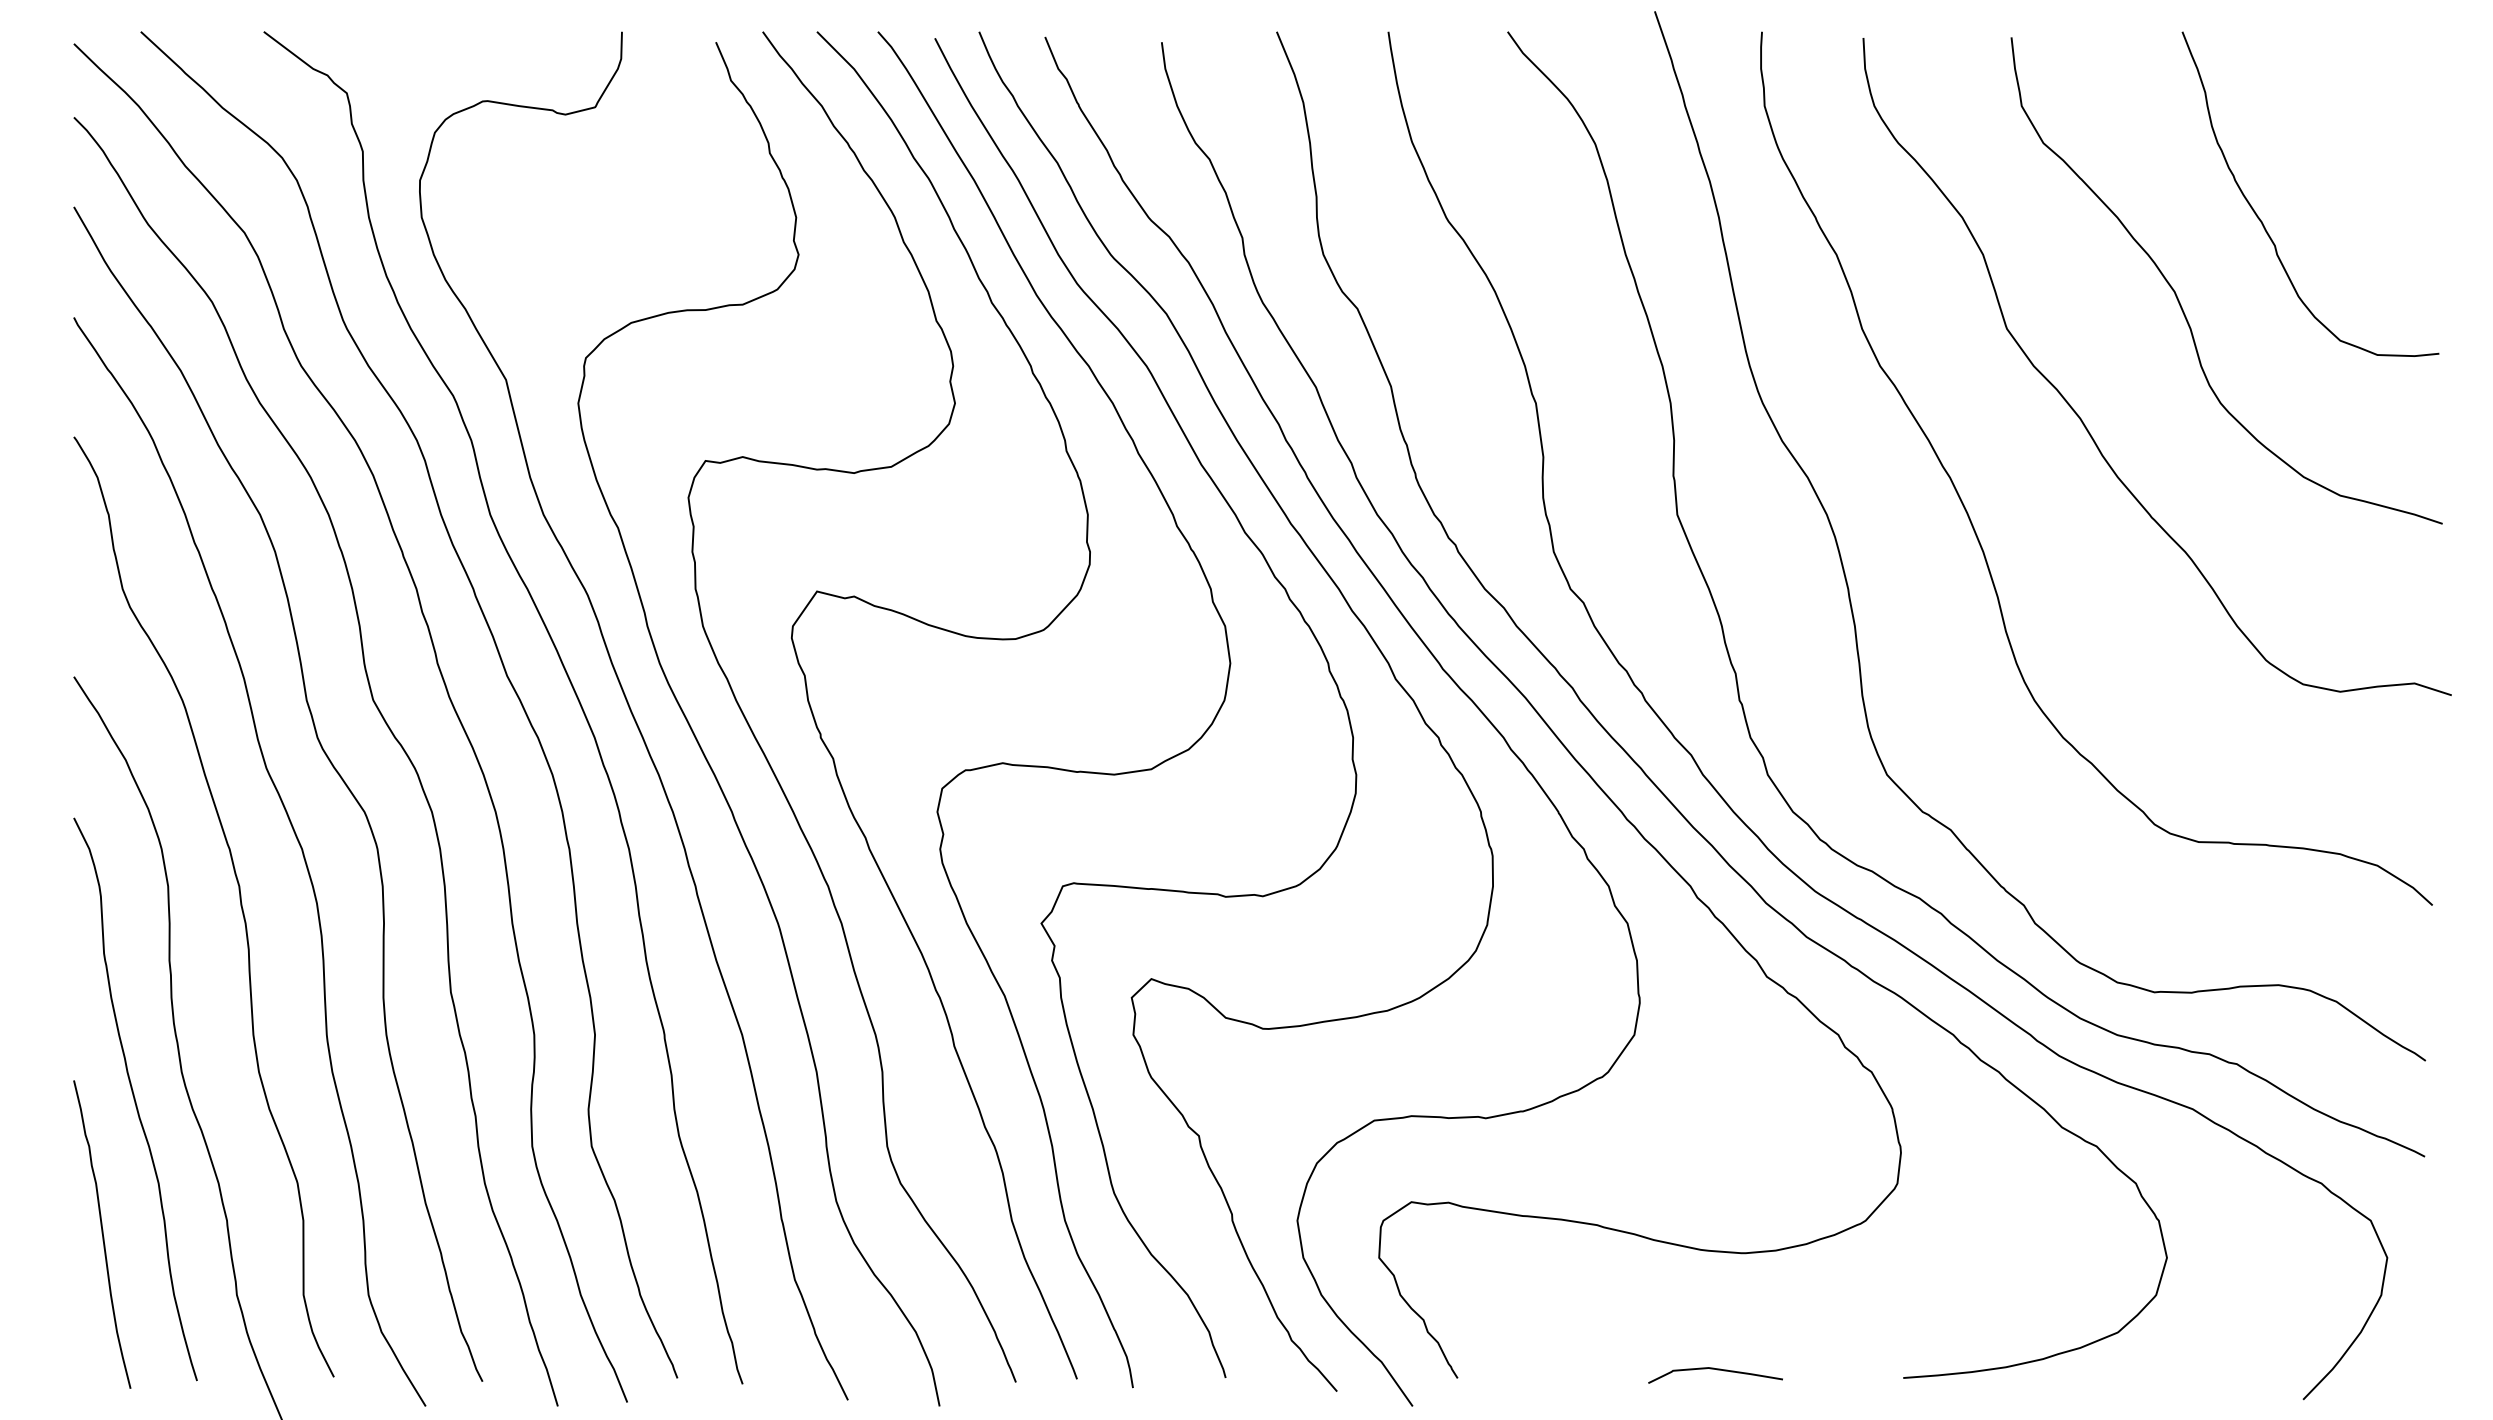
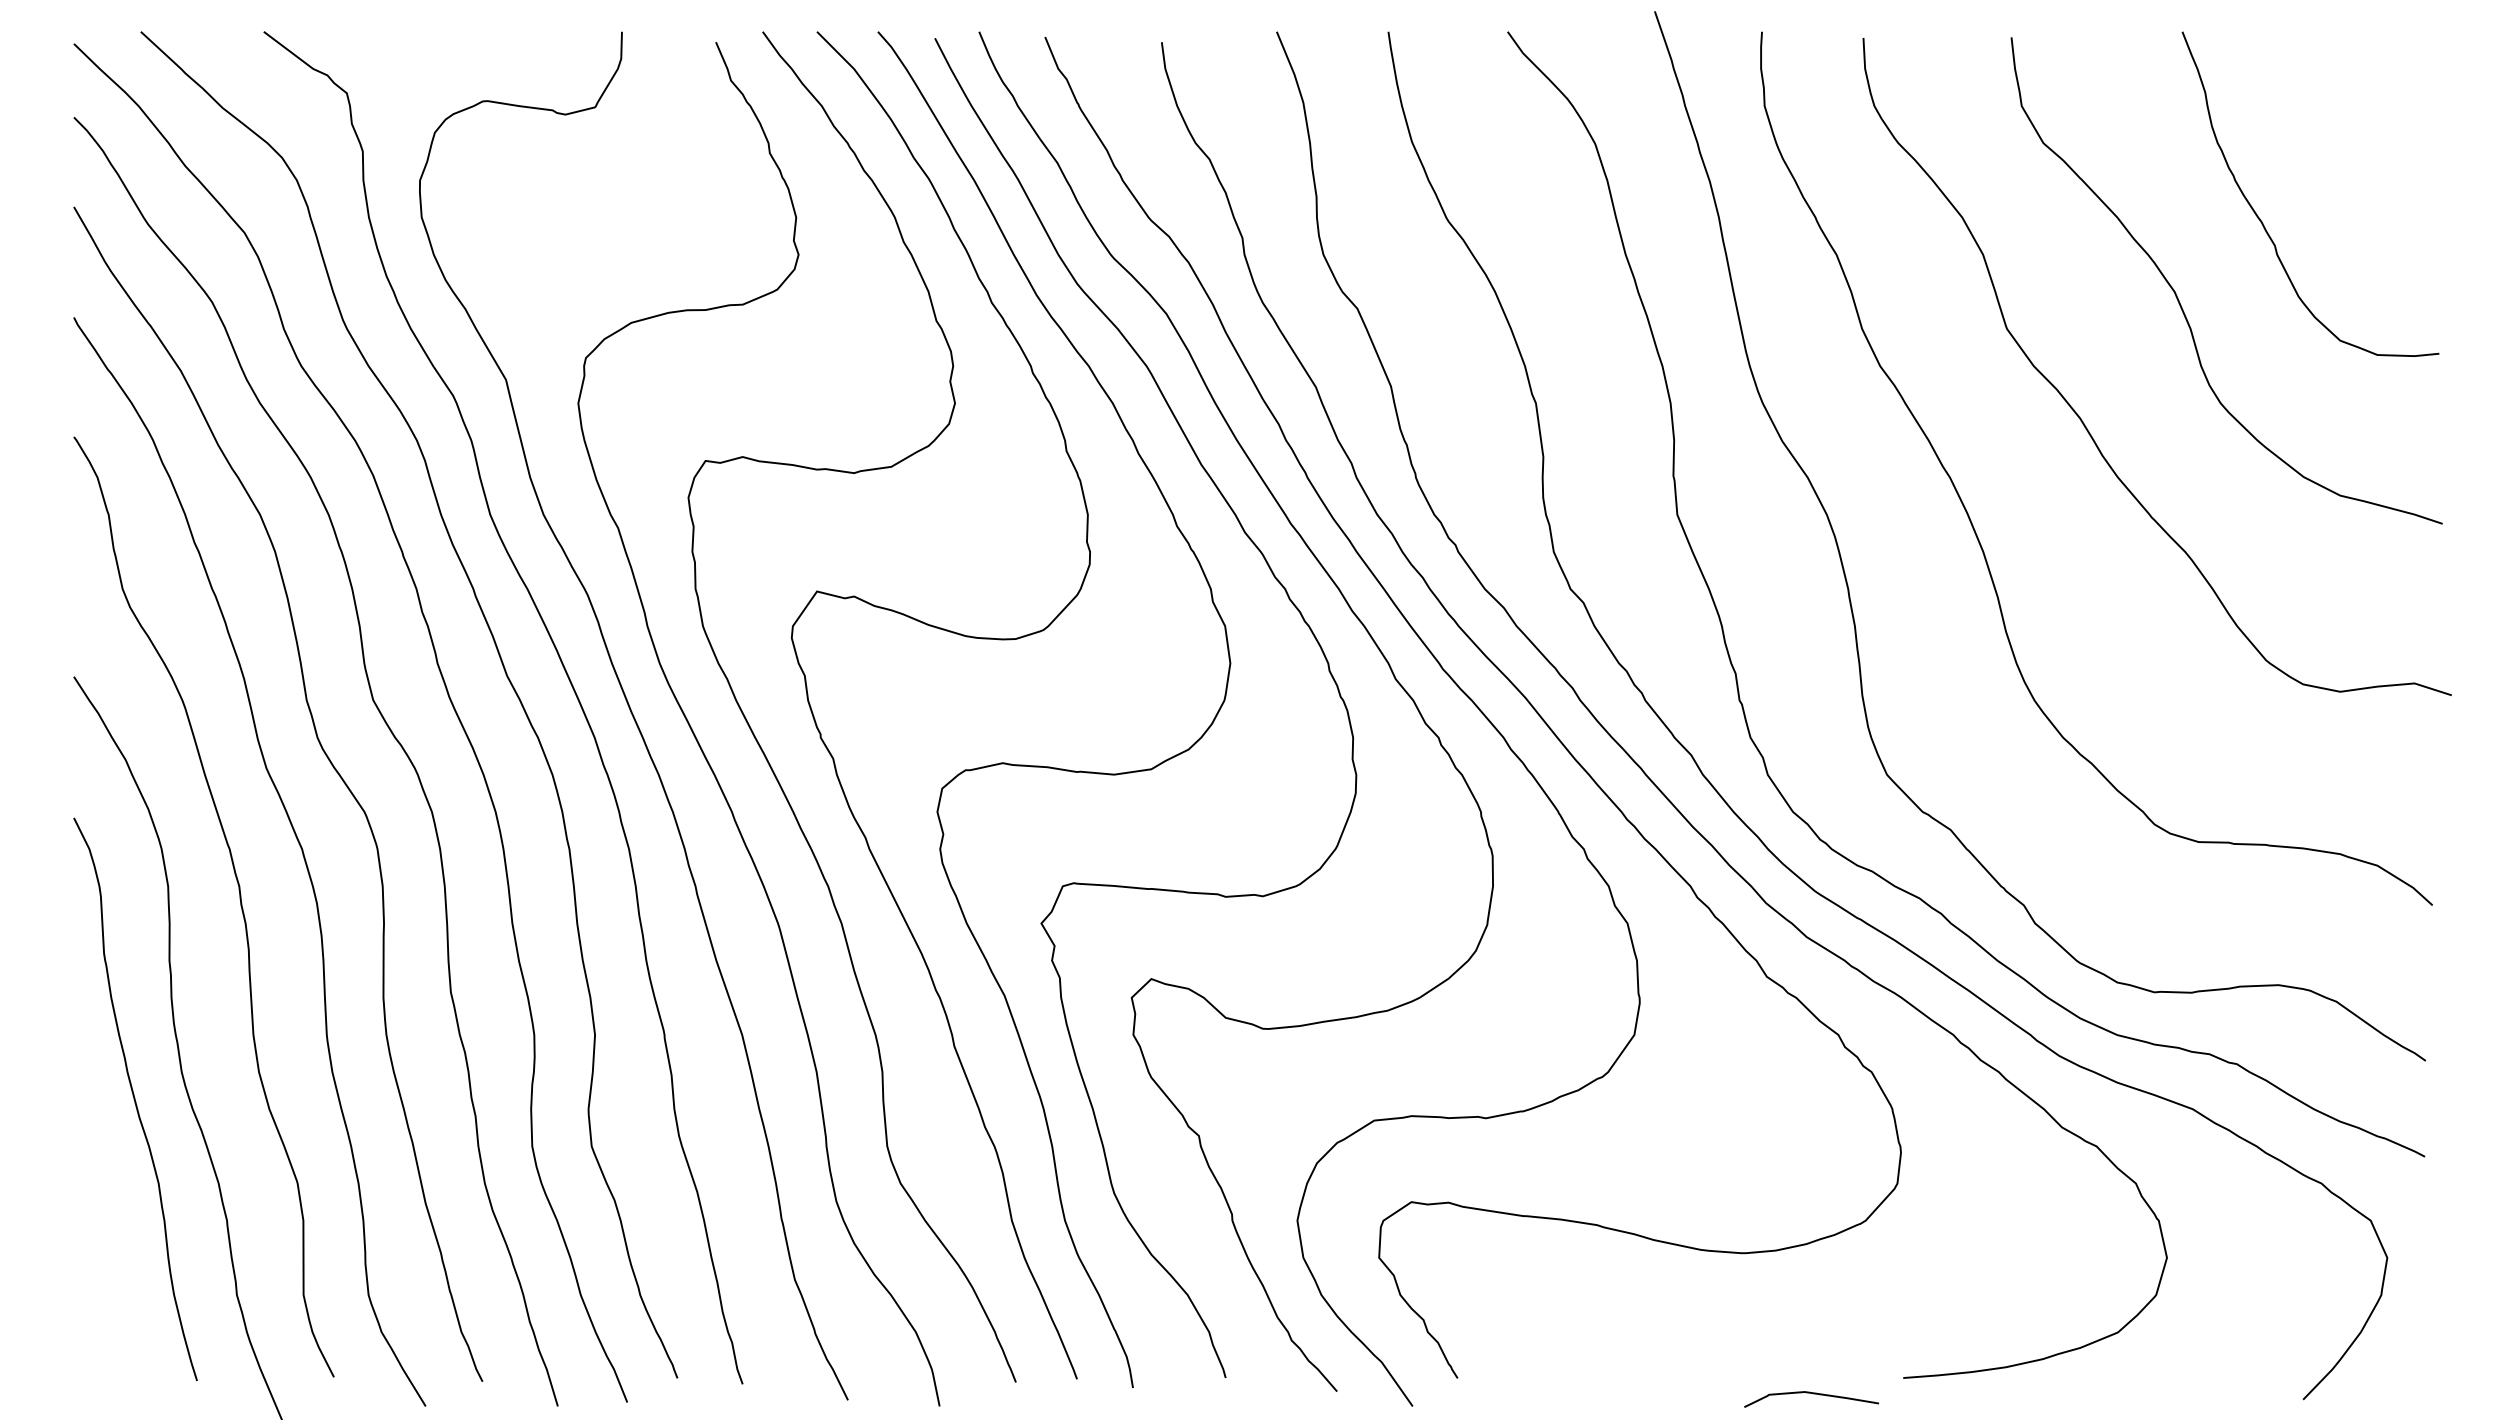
curve at (102, 1234): present -> none
curve at (1717, 1370) position: (1717, 1370) -> (1813, 1394)
